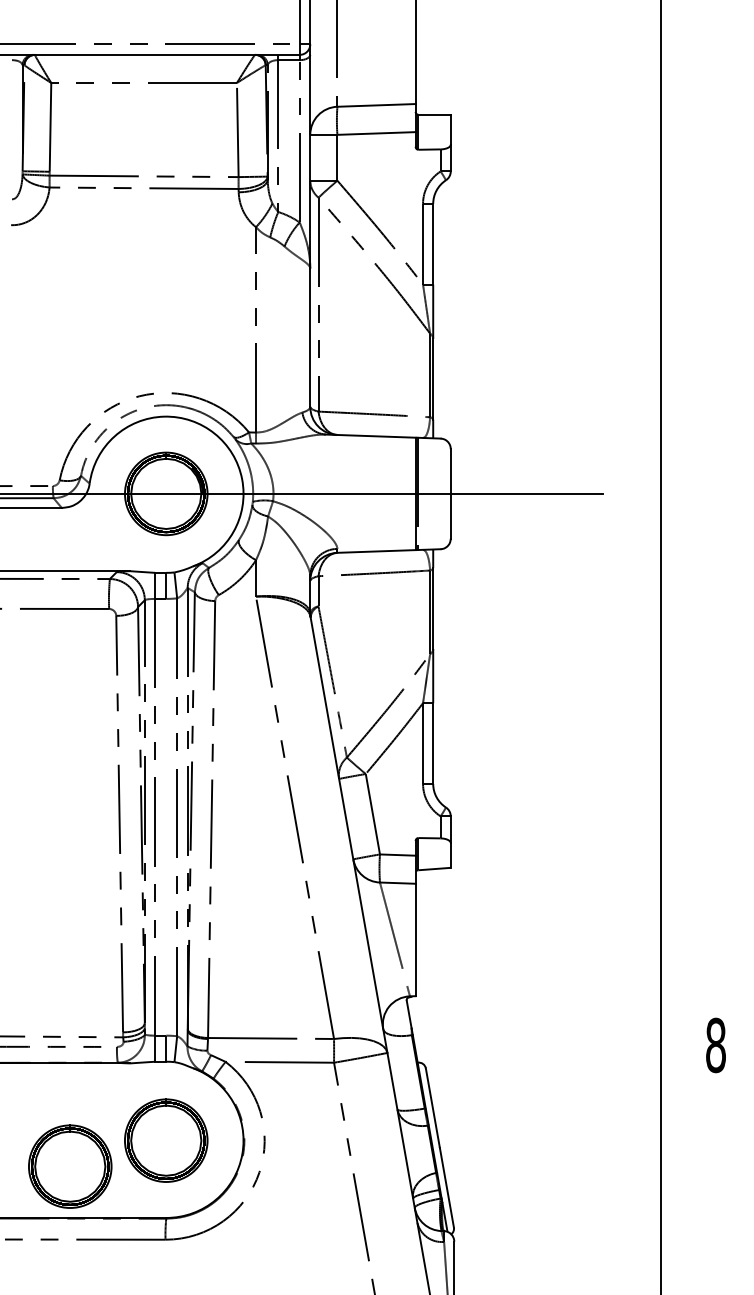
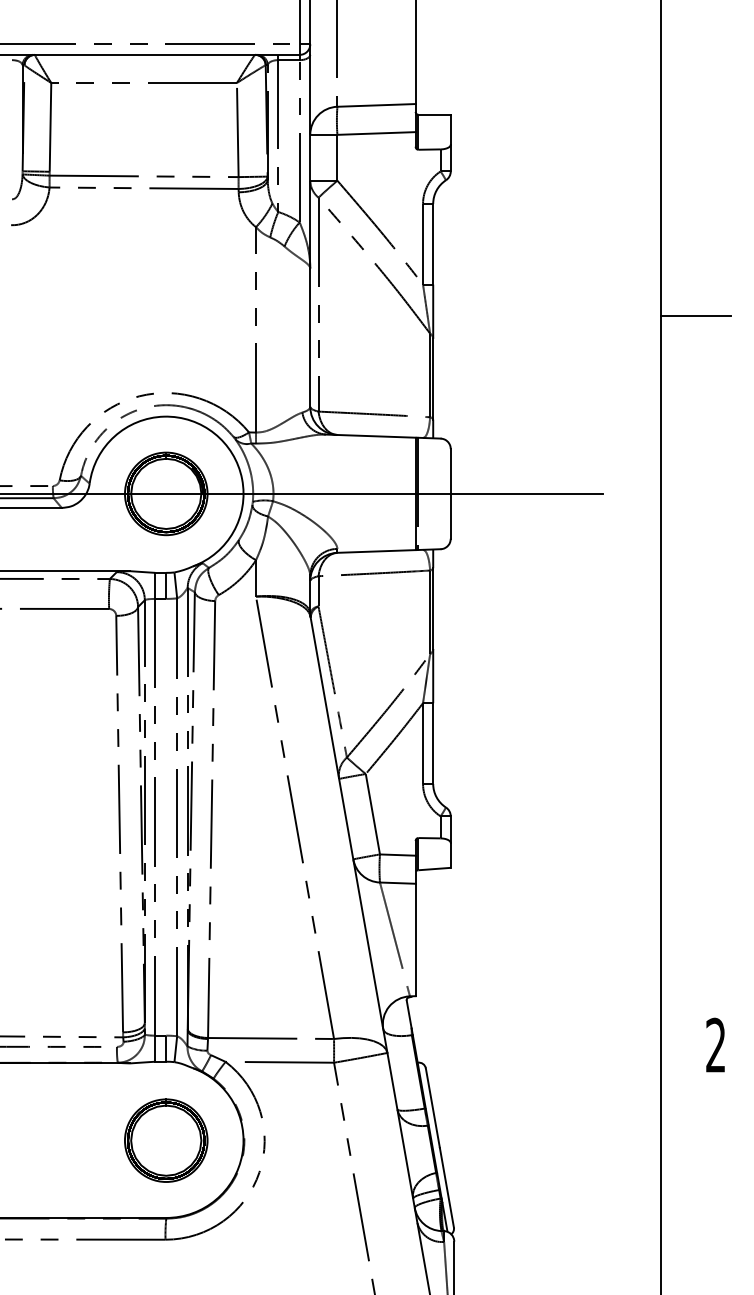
line at (696, 316): none -> present
text at (715, 1045): 8 -> 2
part at (70, 1166): present -> none
